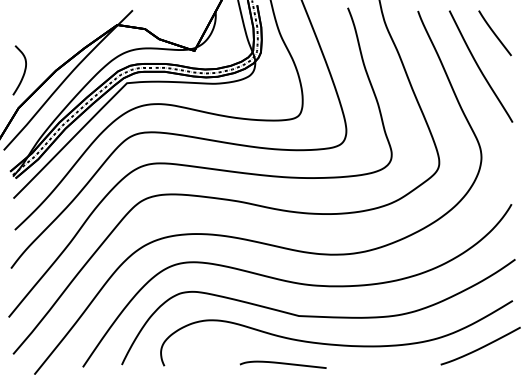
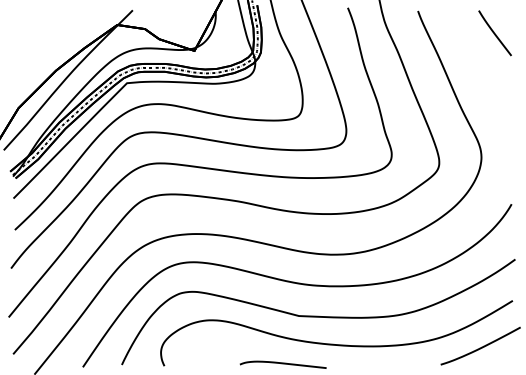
curve at (479, 66): present -> none
curve at (23, 72): present -> none
